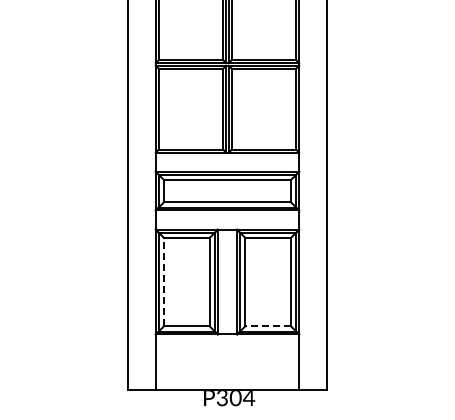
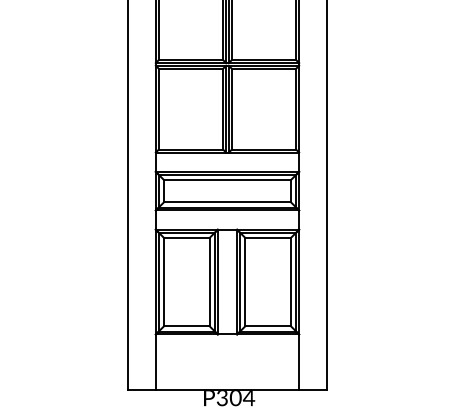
line at (164, 281): dashed -> solid
line at (268, 326): dashed -> solid
